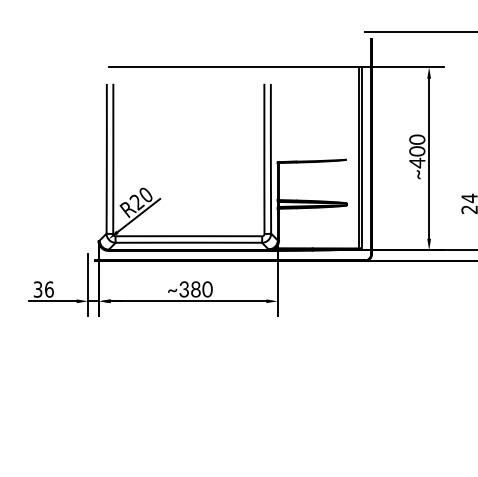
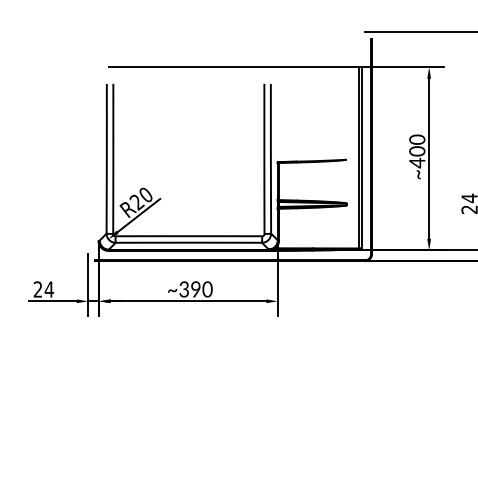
text at (43, 289): 36 -> 24
text at (195, 289): ~380 -> ~390
